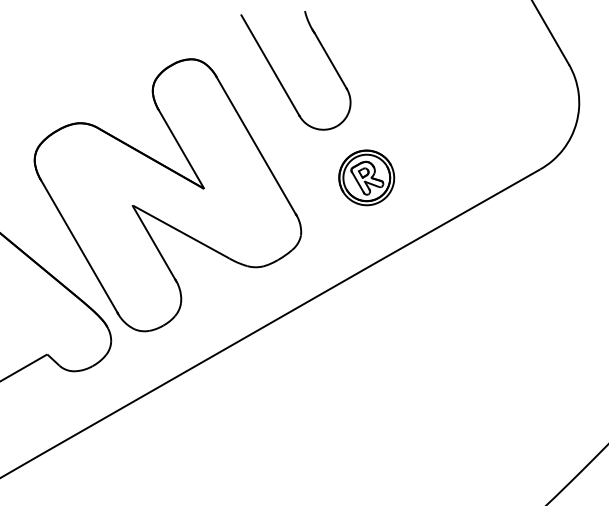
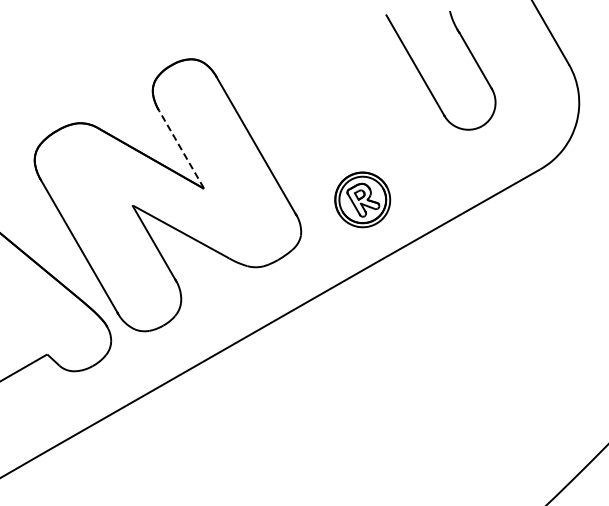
part at (280, 80) position: (280, 80) -> (425, 80)
line at (181, 149): solid -> dashed
part at (366, 177) position: (366, 177) -> (362, 199)
